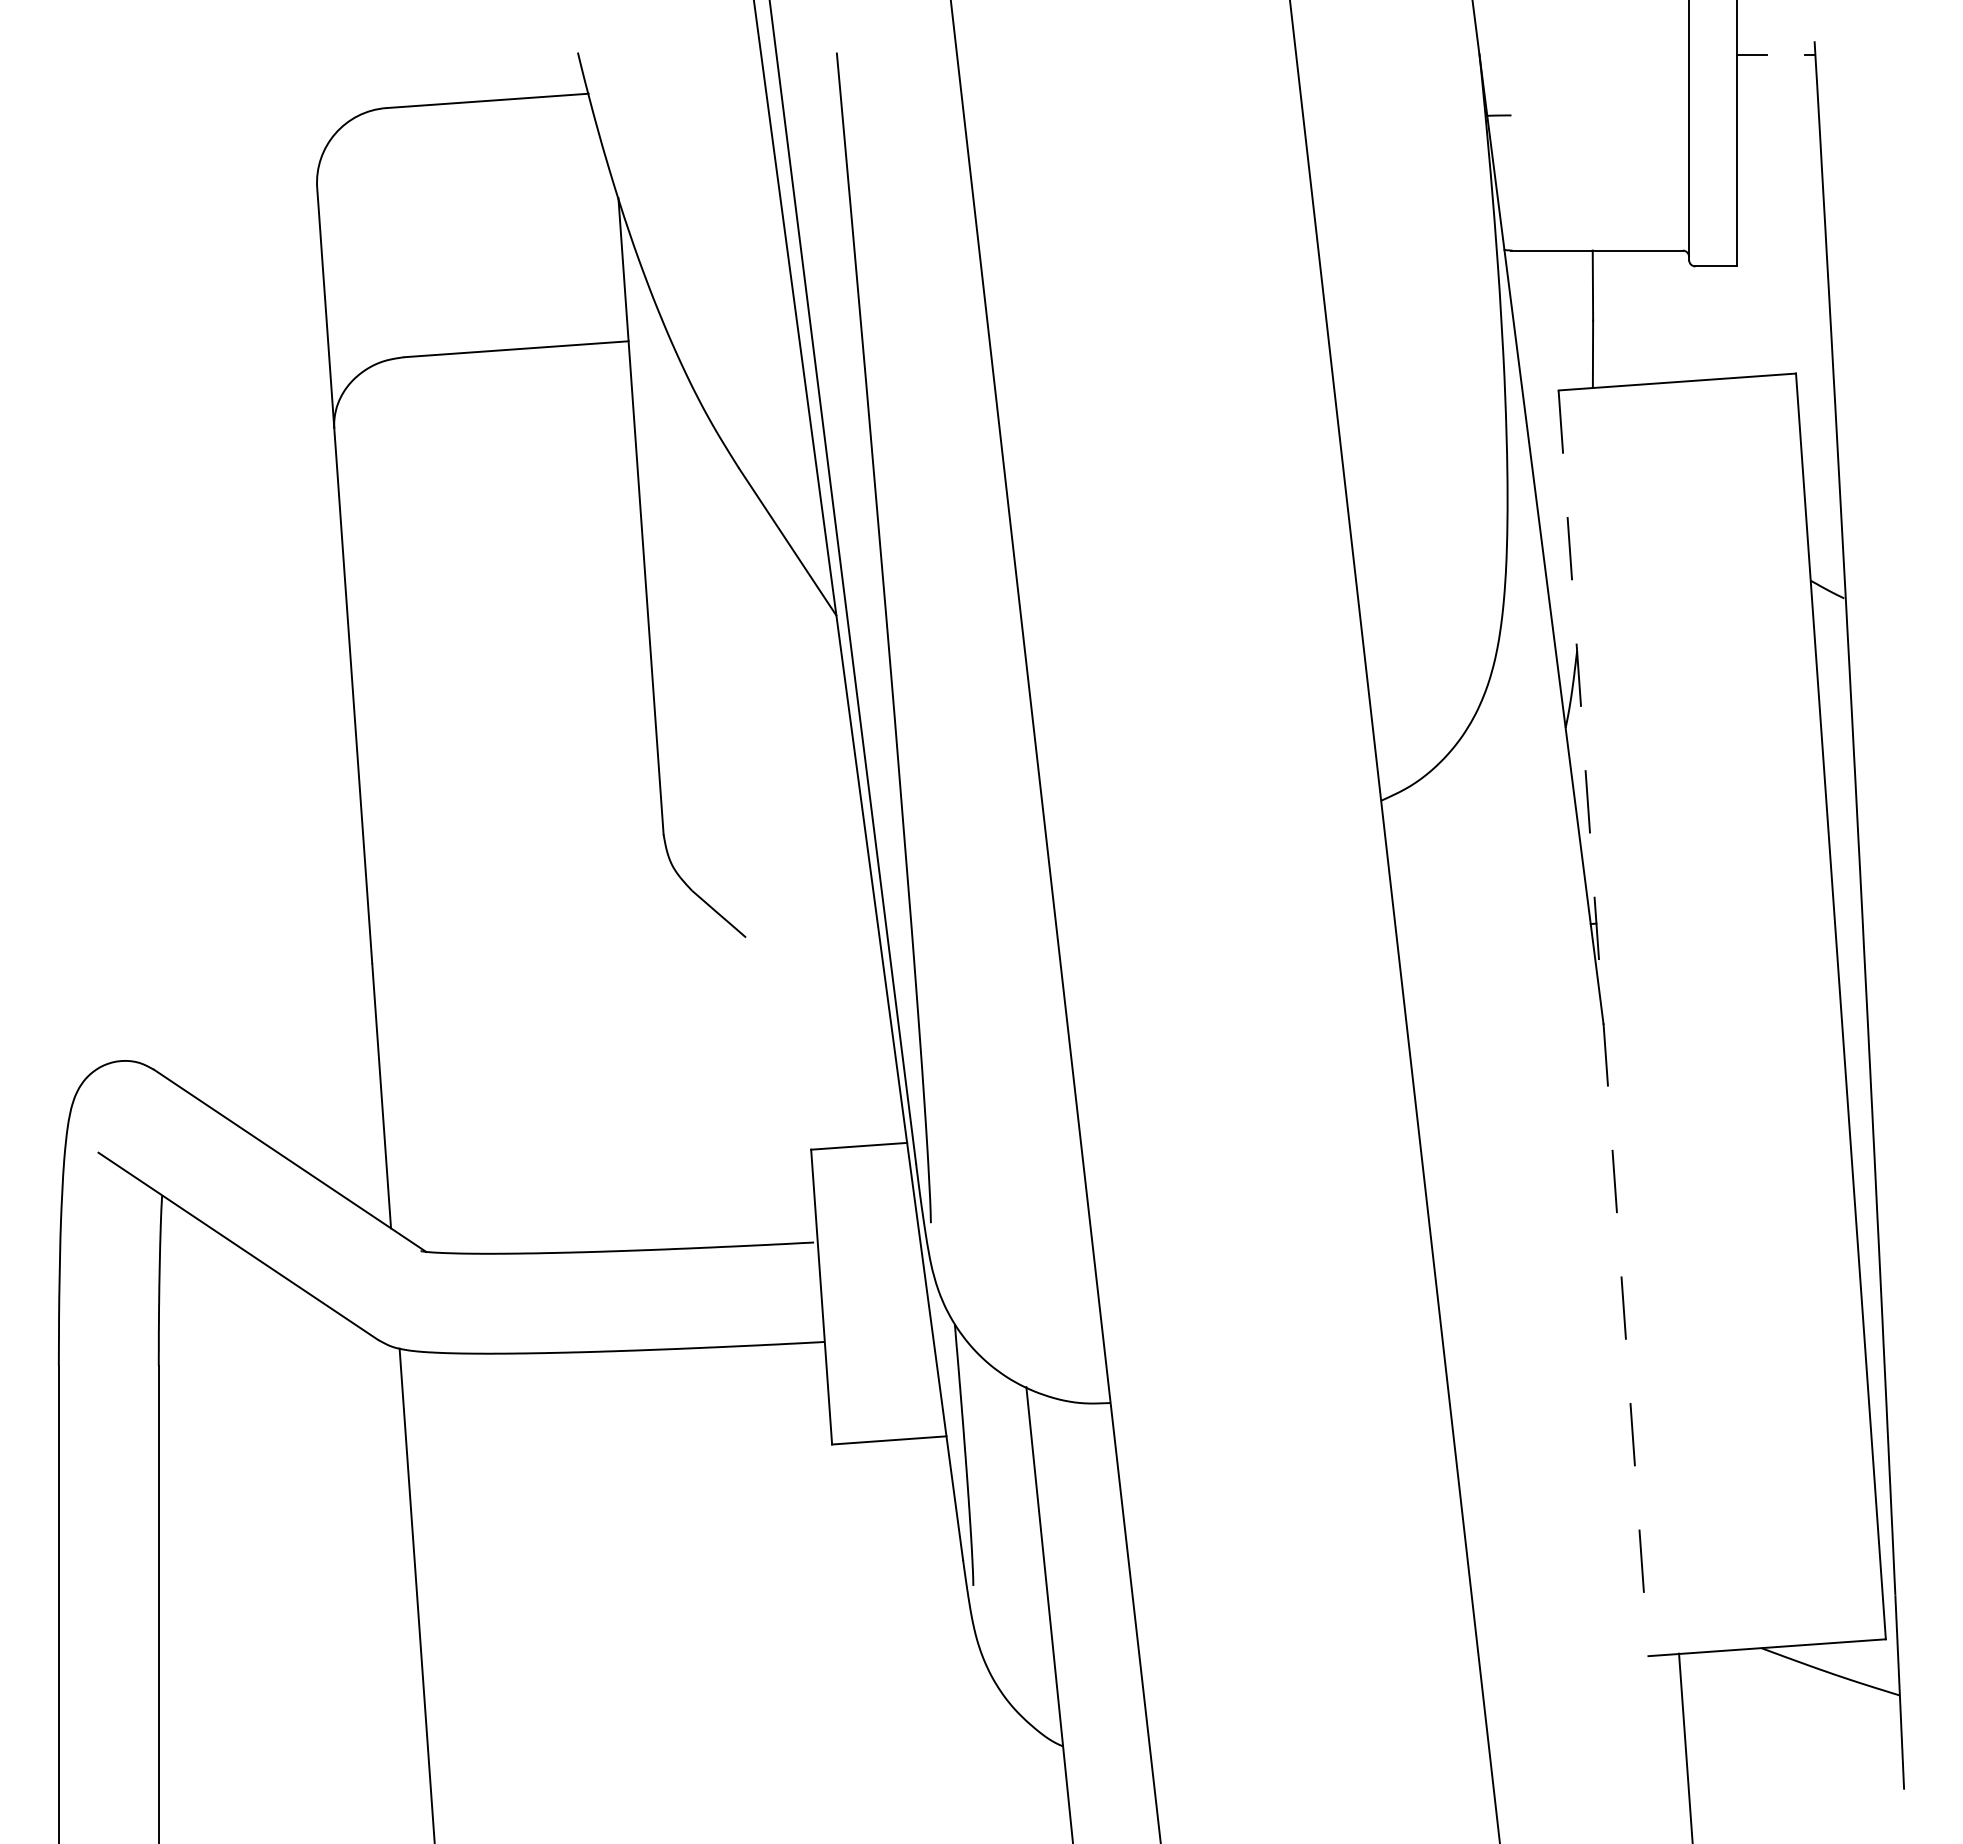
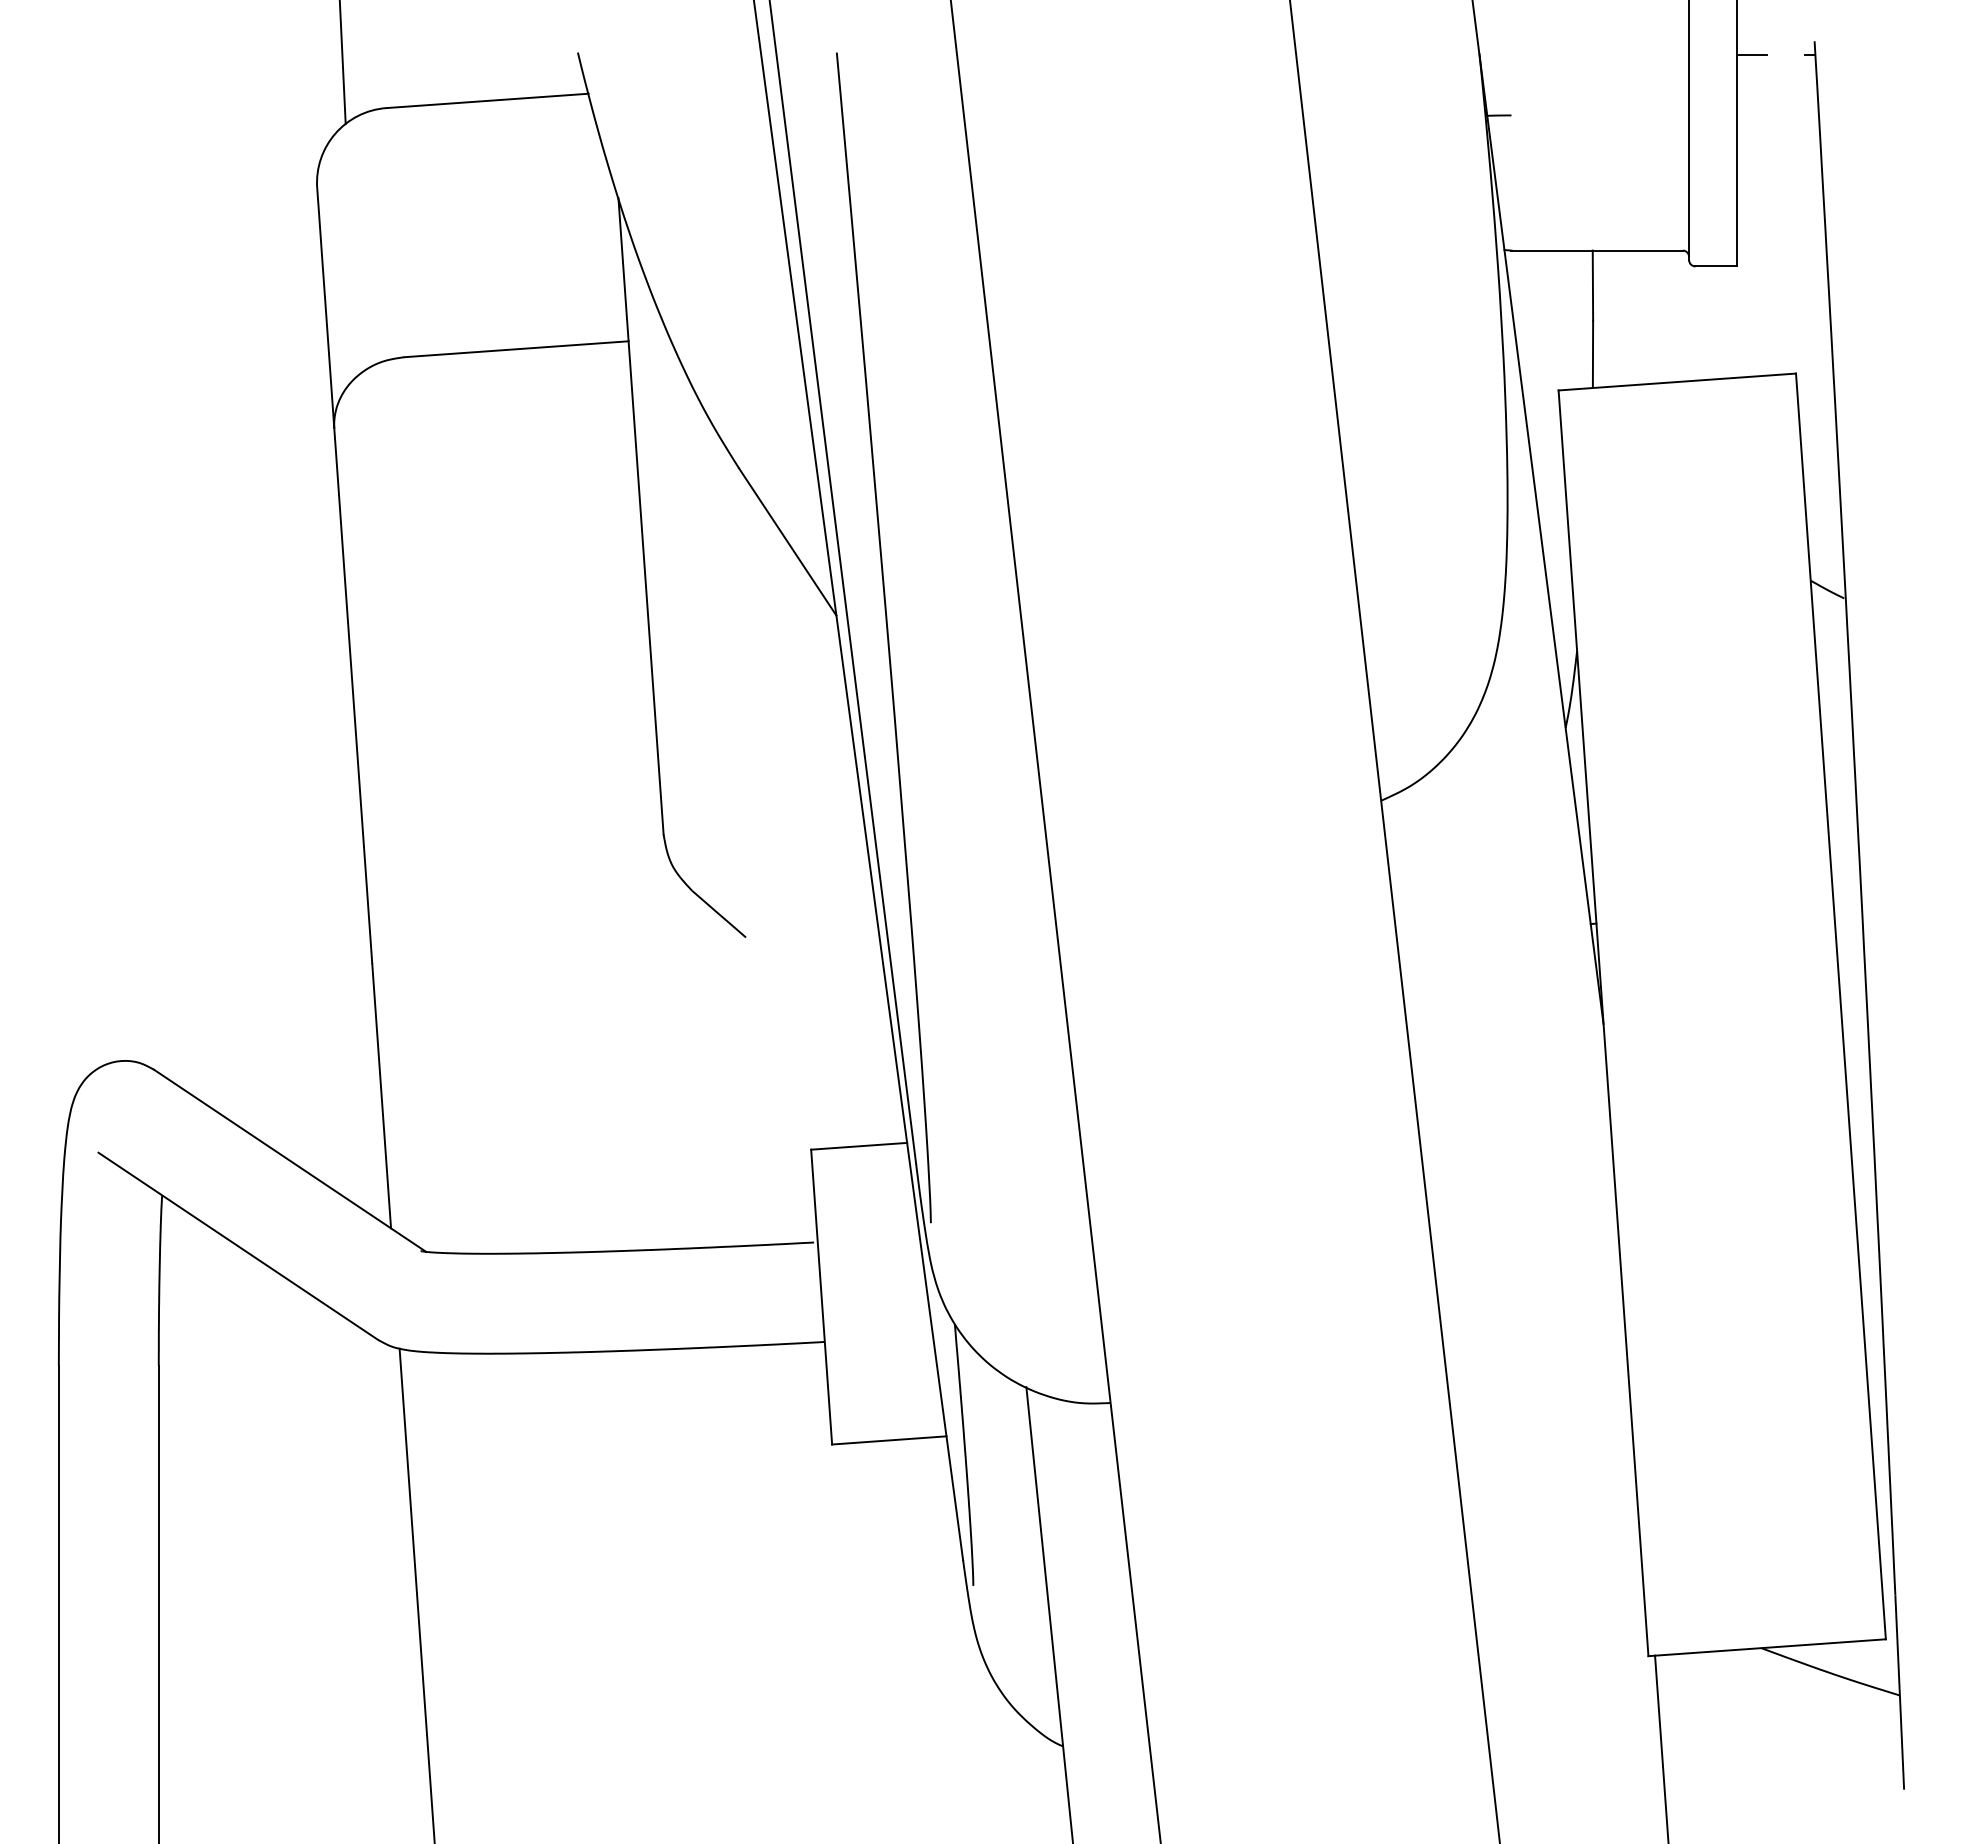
line at (342, 62): none -> present
line at (1603, 1023): dashed -> solid
line at (1685, 1746) position: (1685, 1746) -> (1661, 1747)
